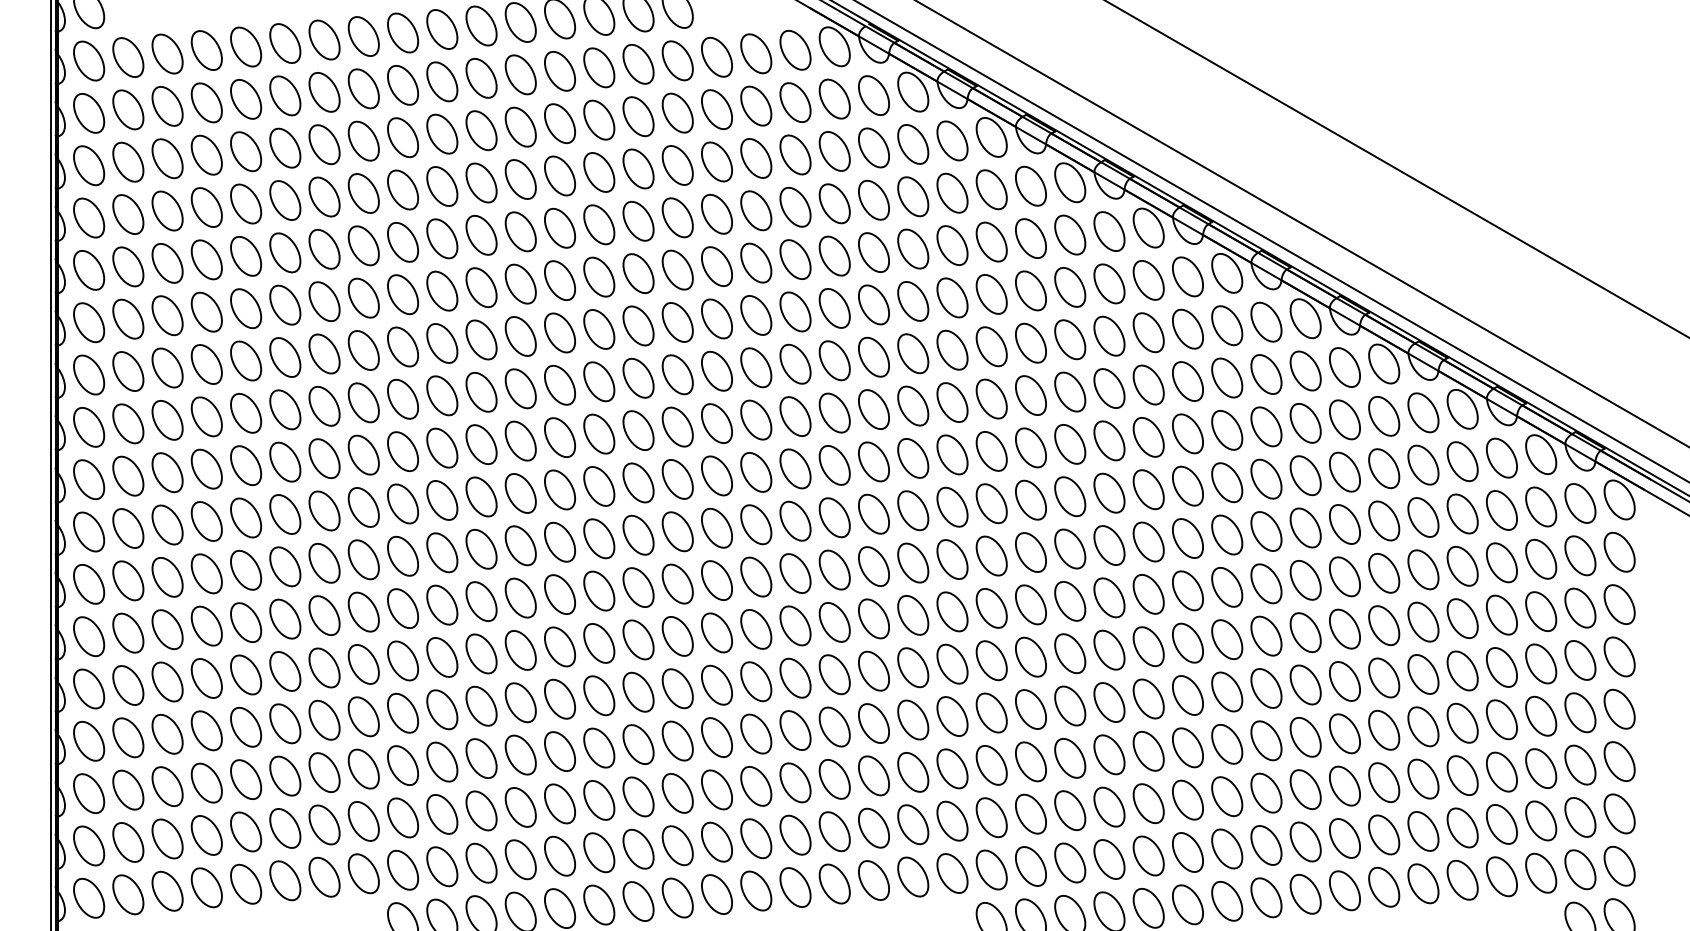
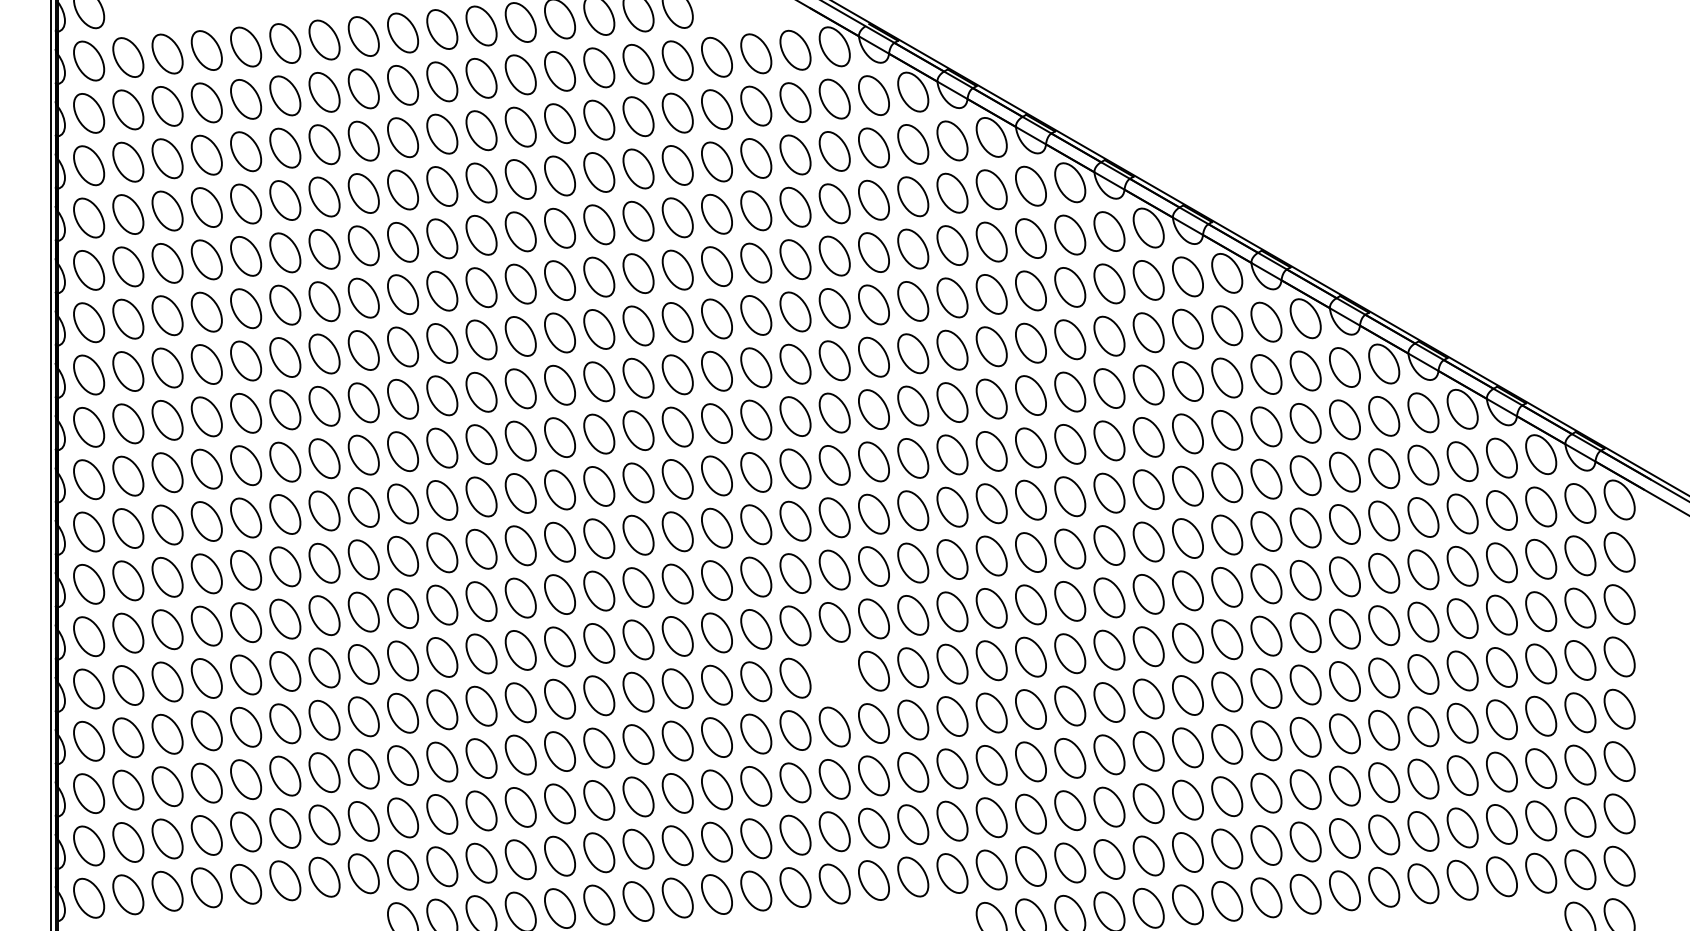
line at (1396, 169): present -> none
line at (1302, 223): present -> none
line at (1271, 241): present -> none
part at (834, 674): present -> none
